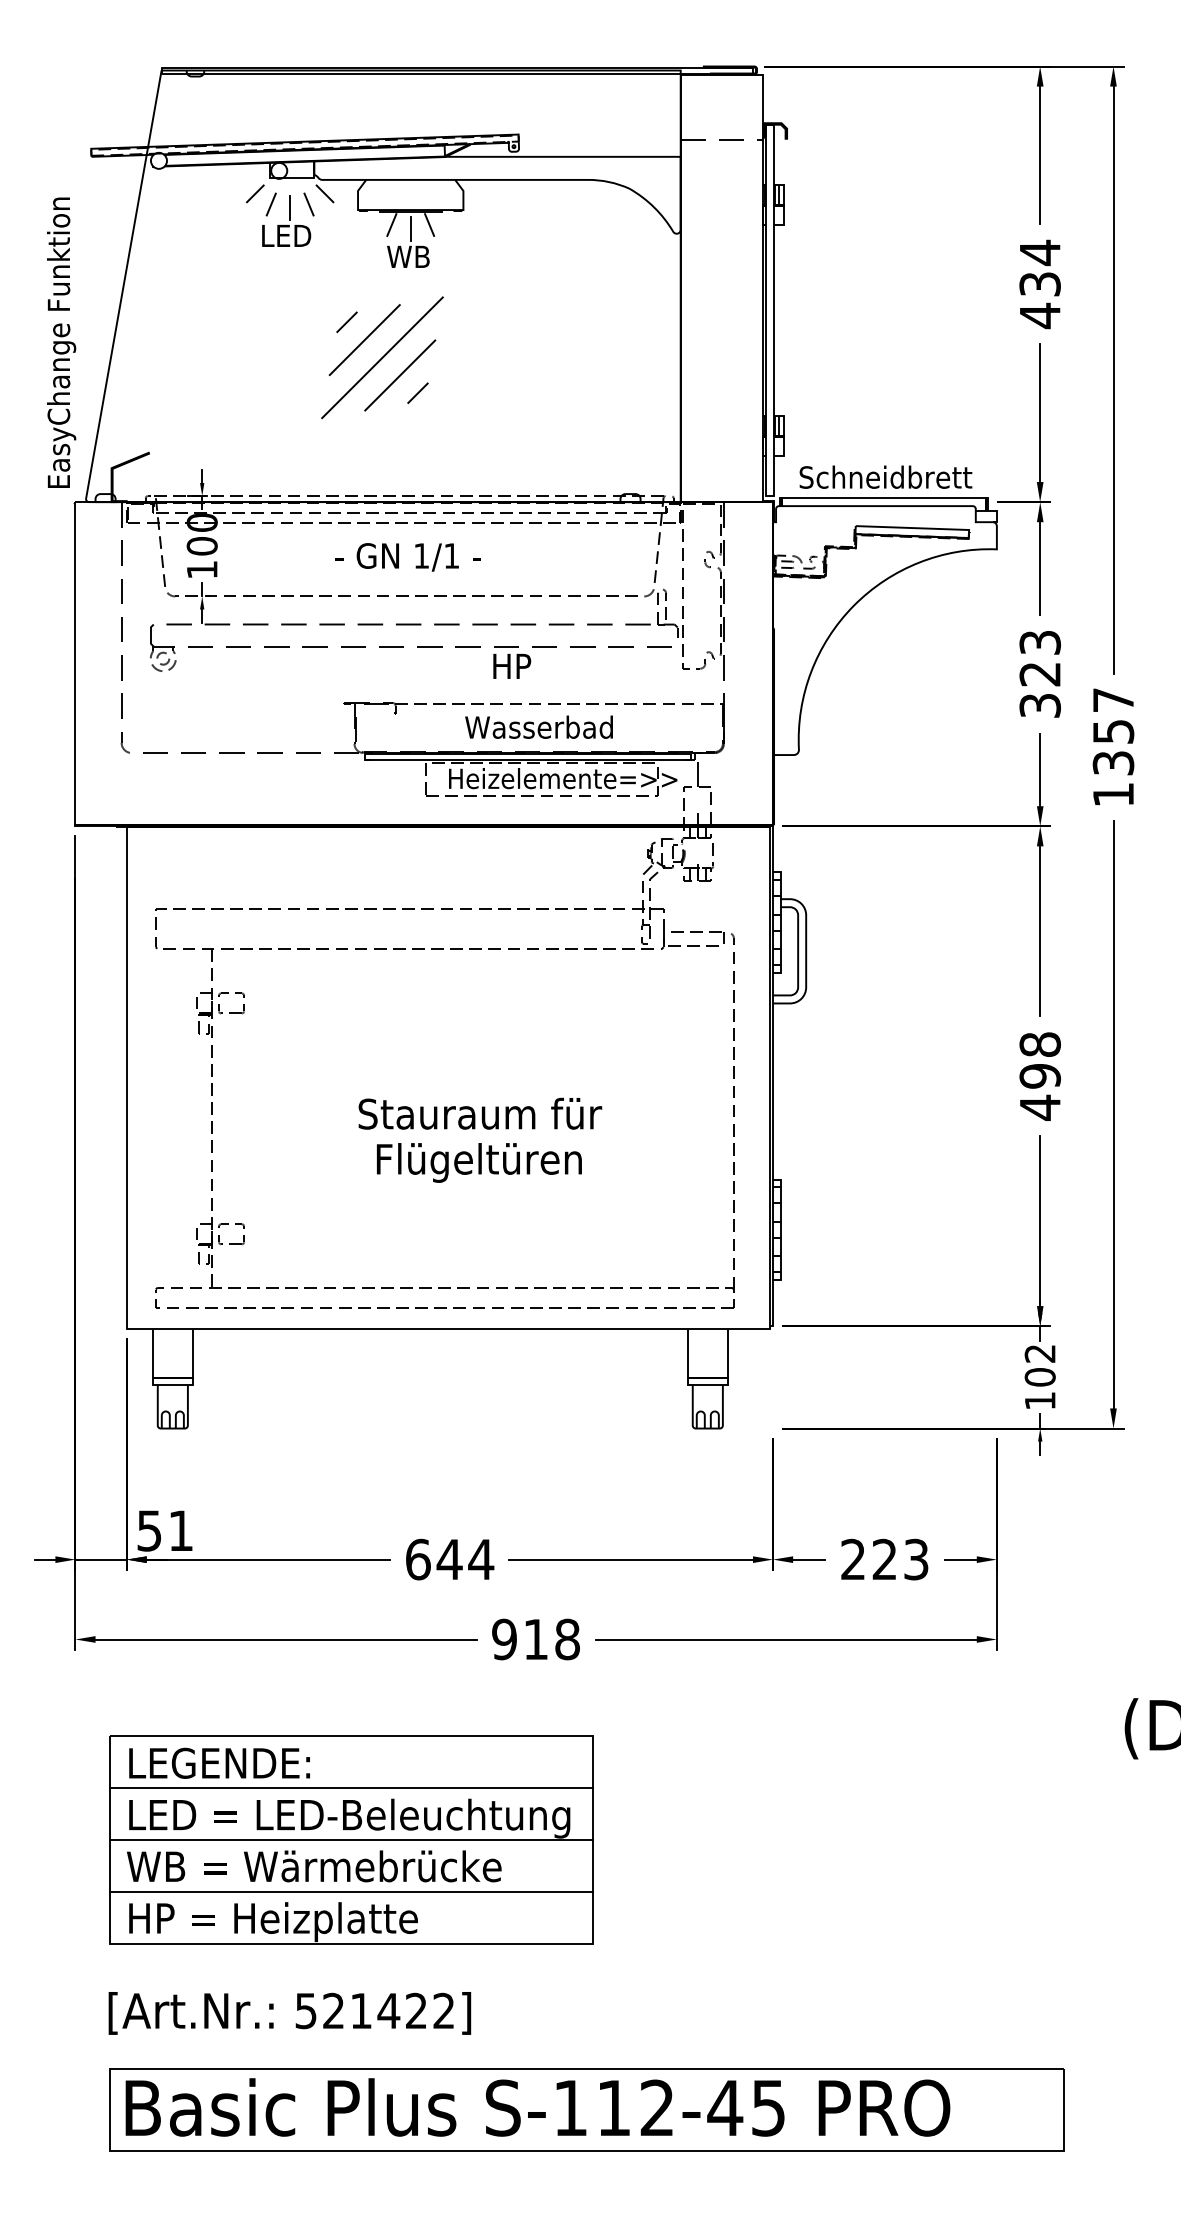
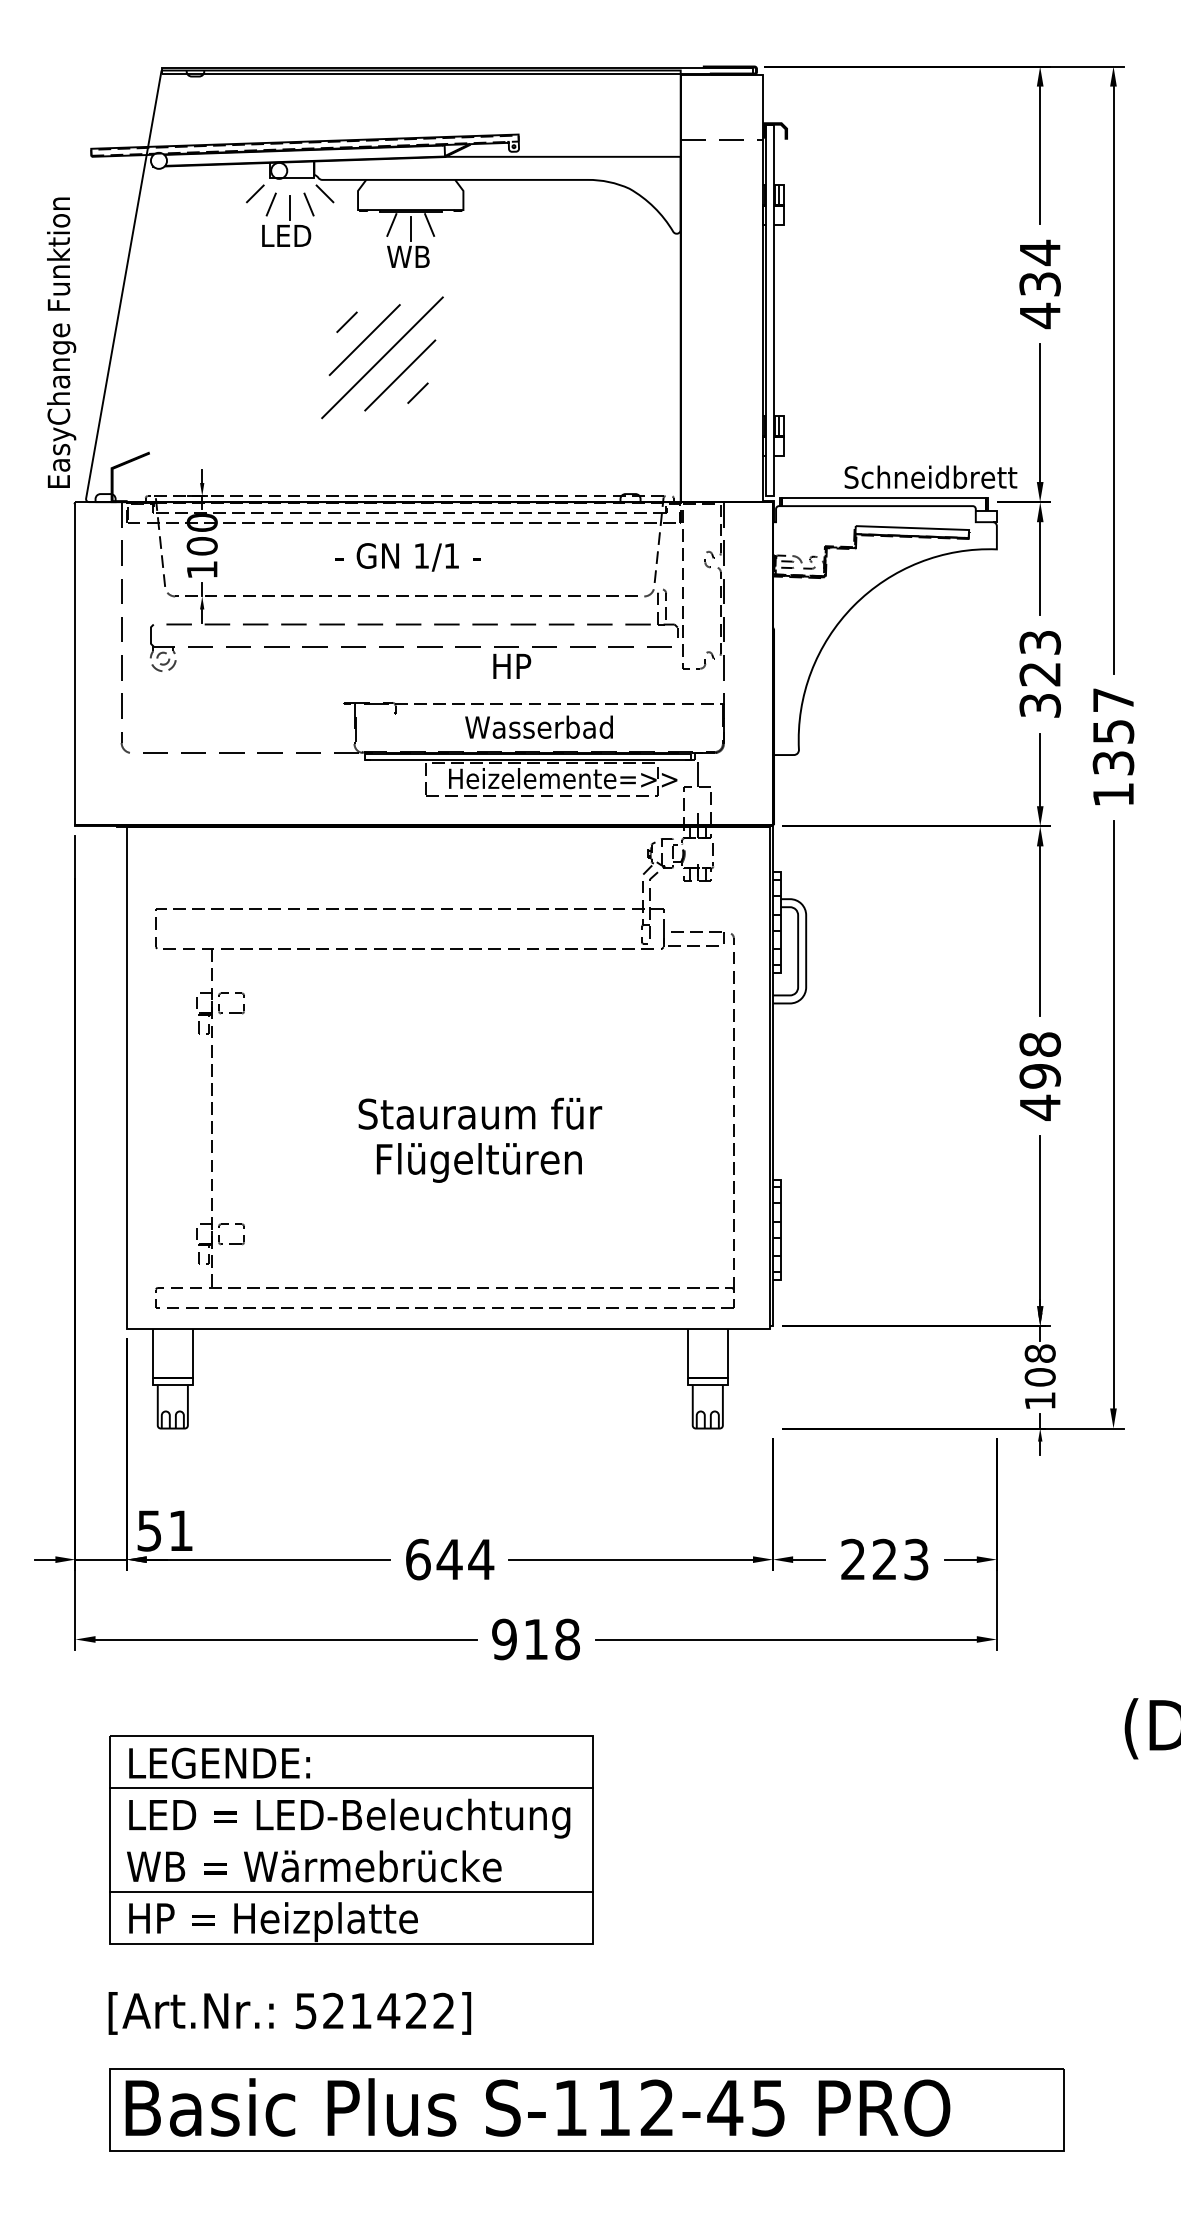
text at (885, 476) position: (885, 476) -> (930, 476)
text at (1039, 1353): 102 -> 108
line at (351, 1840): present -> none
